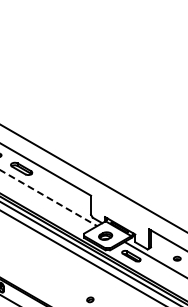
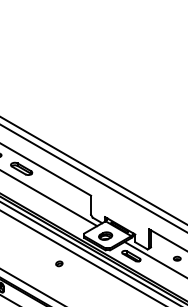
line at (93, 170): none -> present
line at (48, 198): dashed -> solid
line at (31, 286): none -> present
part at (90, 299) position: (90, 299) -> (59, 263)
